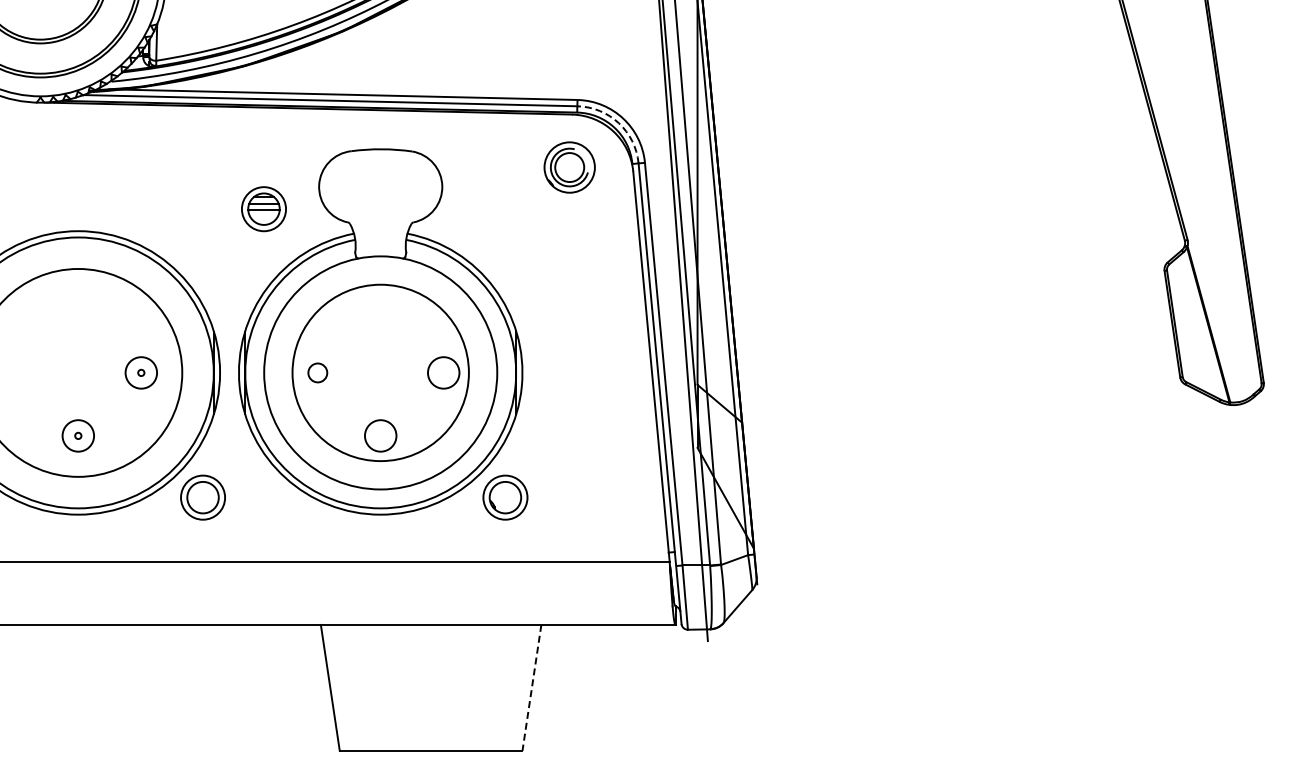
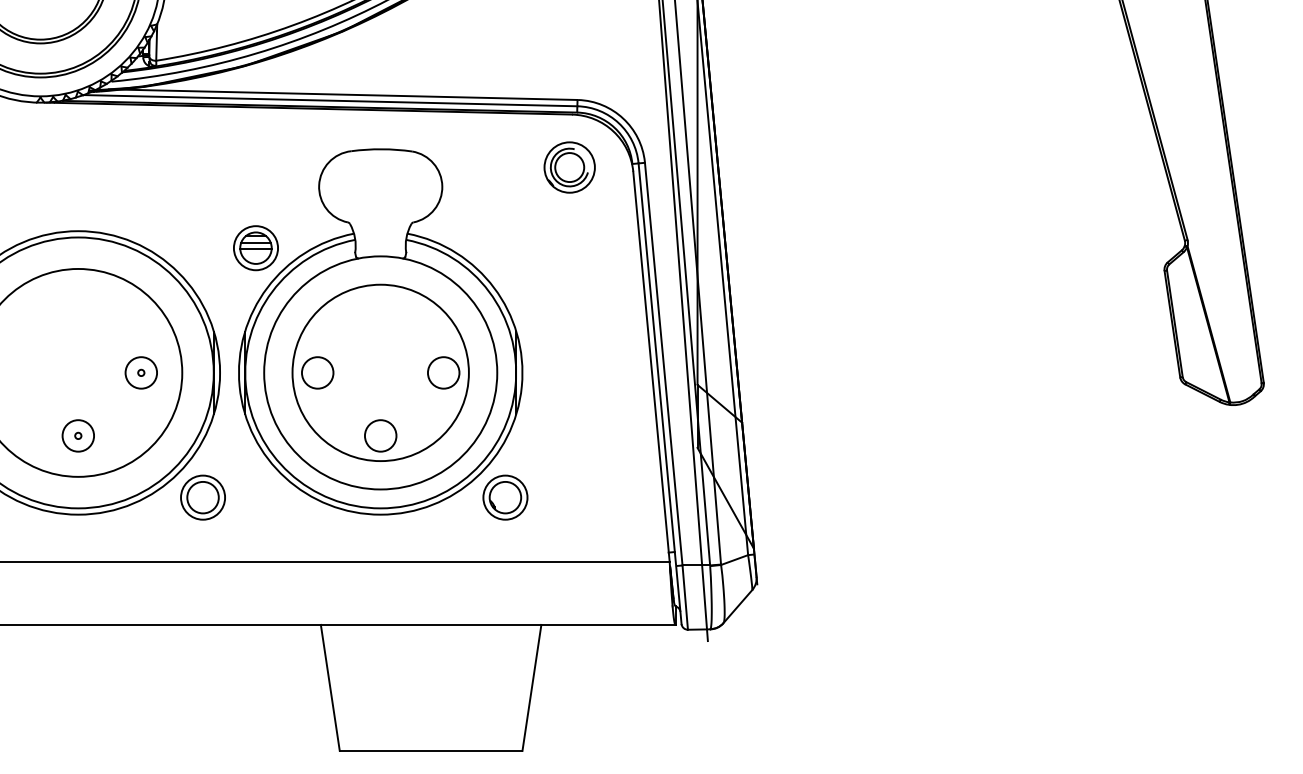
arc at (618, 123): dashed -> solid
part at (263, 209) position: (263, 209) -> (255, 248)
circle at (317, 372) size: 22x22 px -> 34x34 px
line at (531, 687): dashed -> solid
